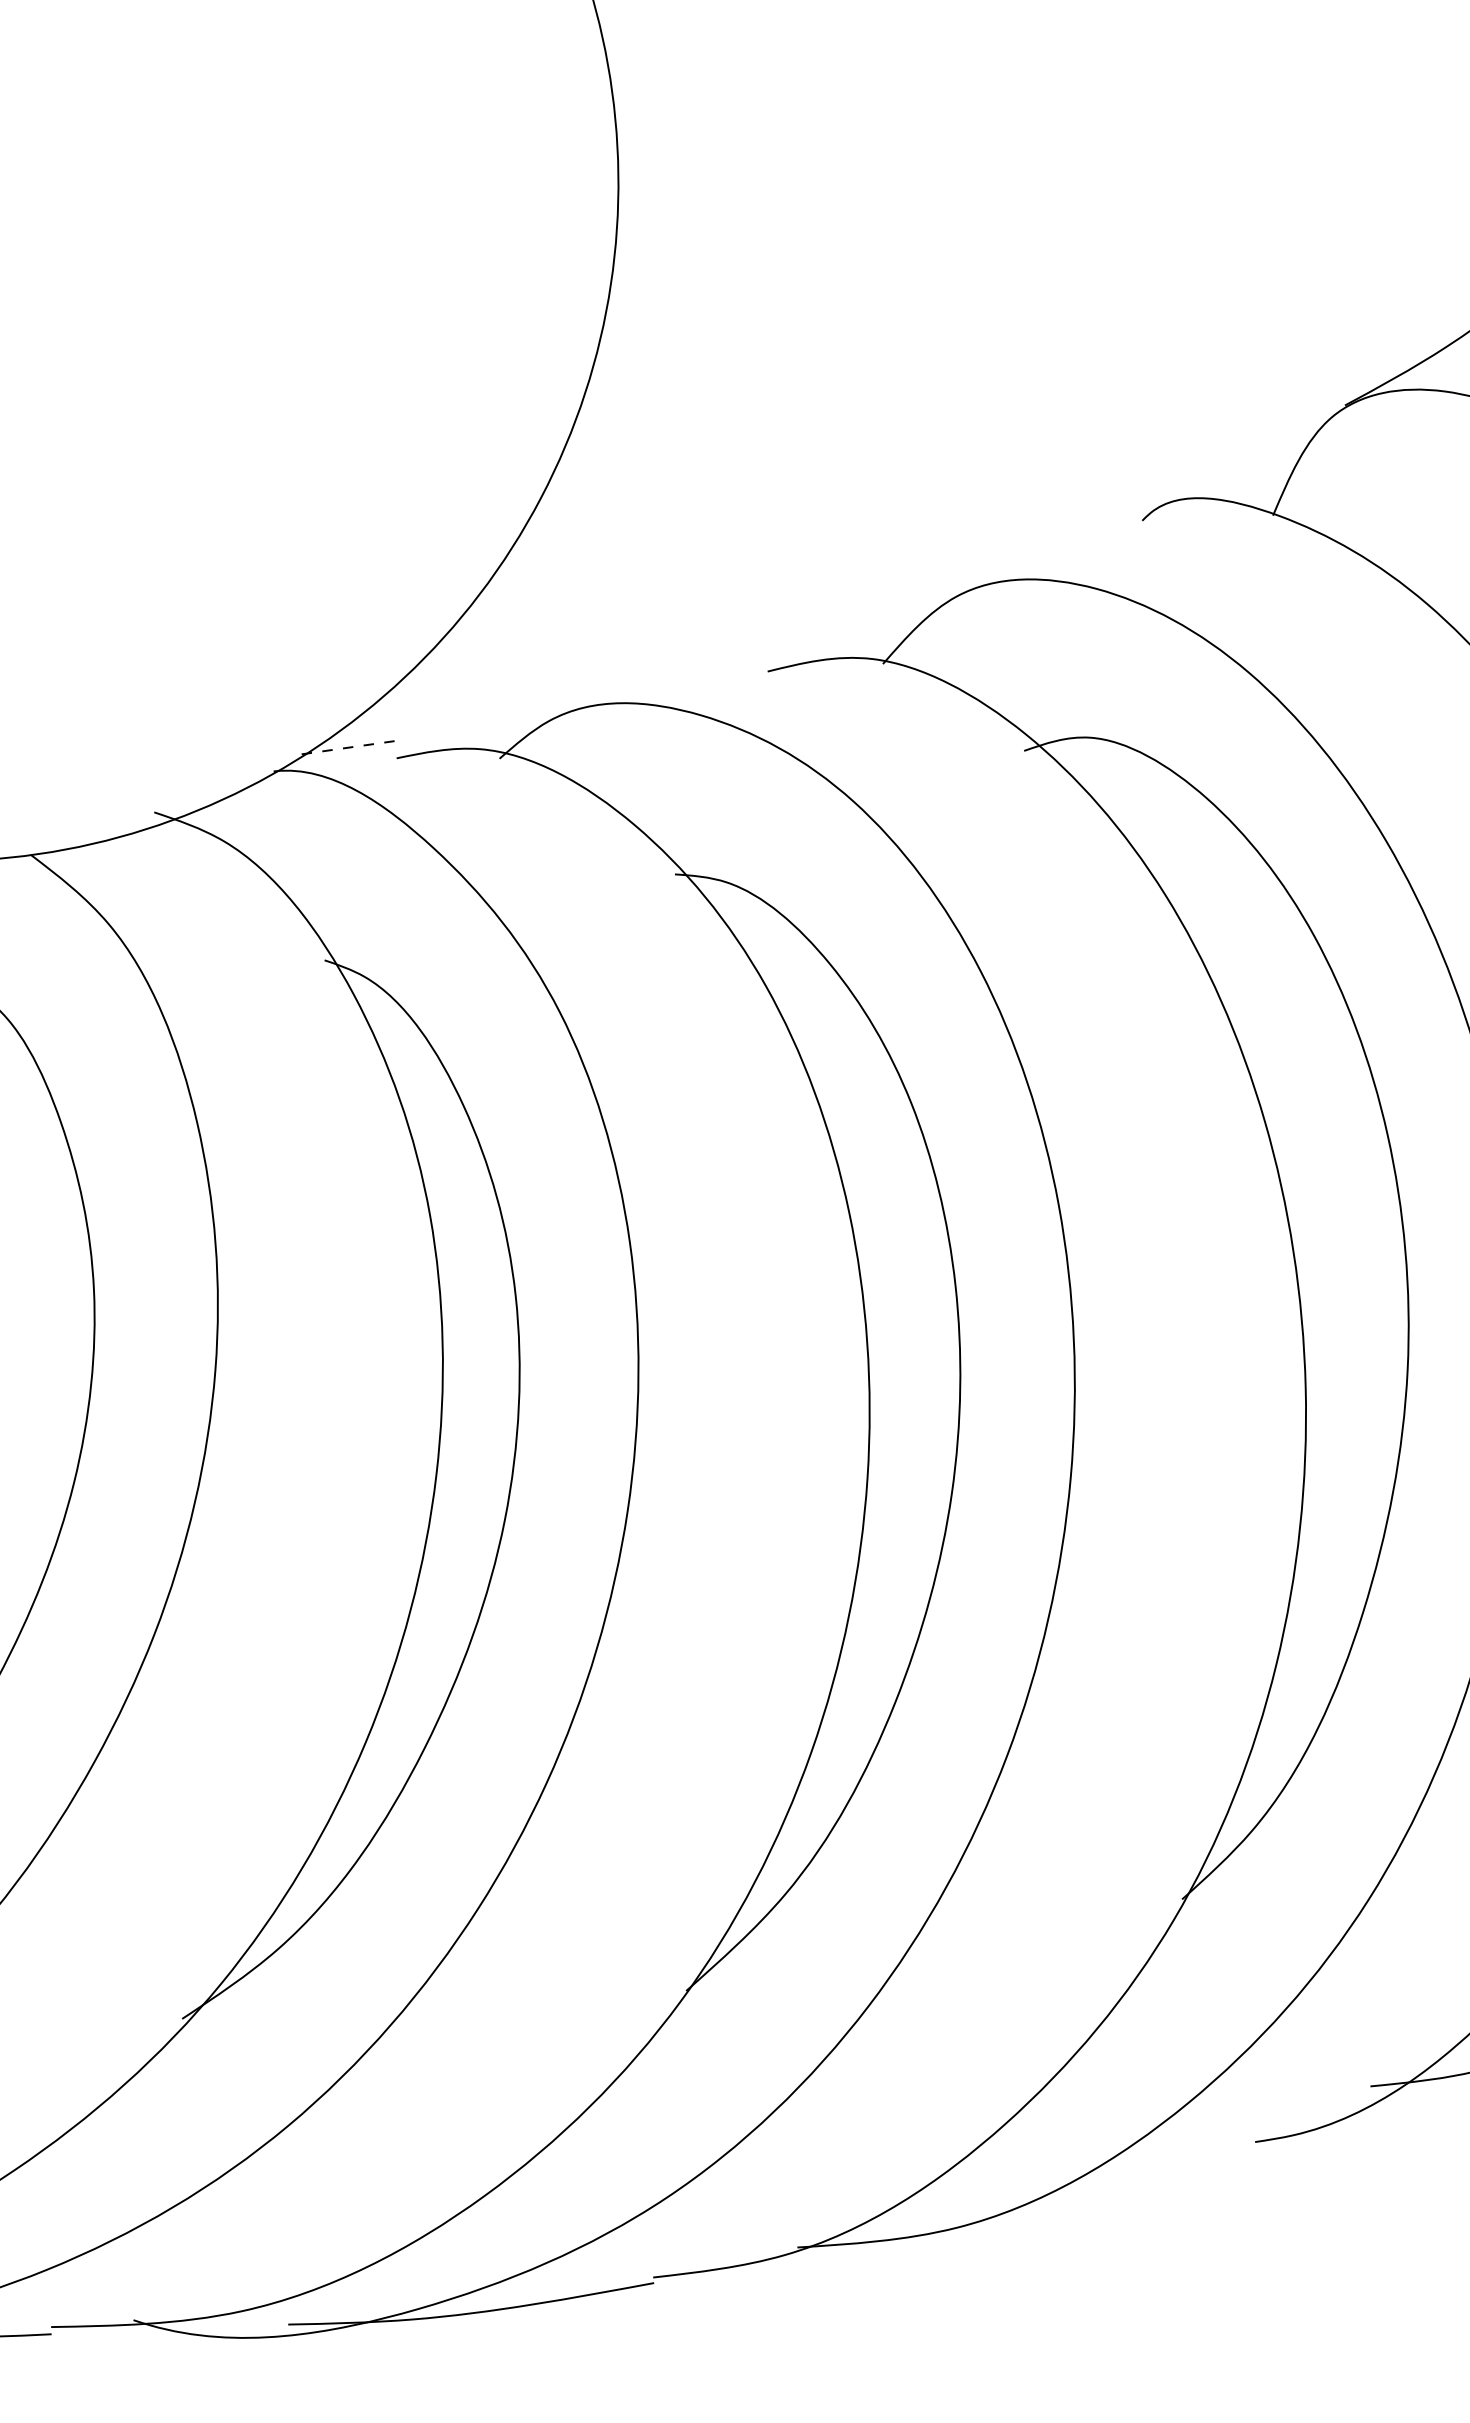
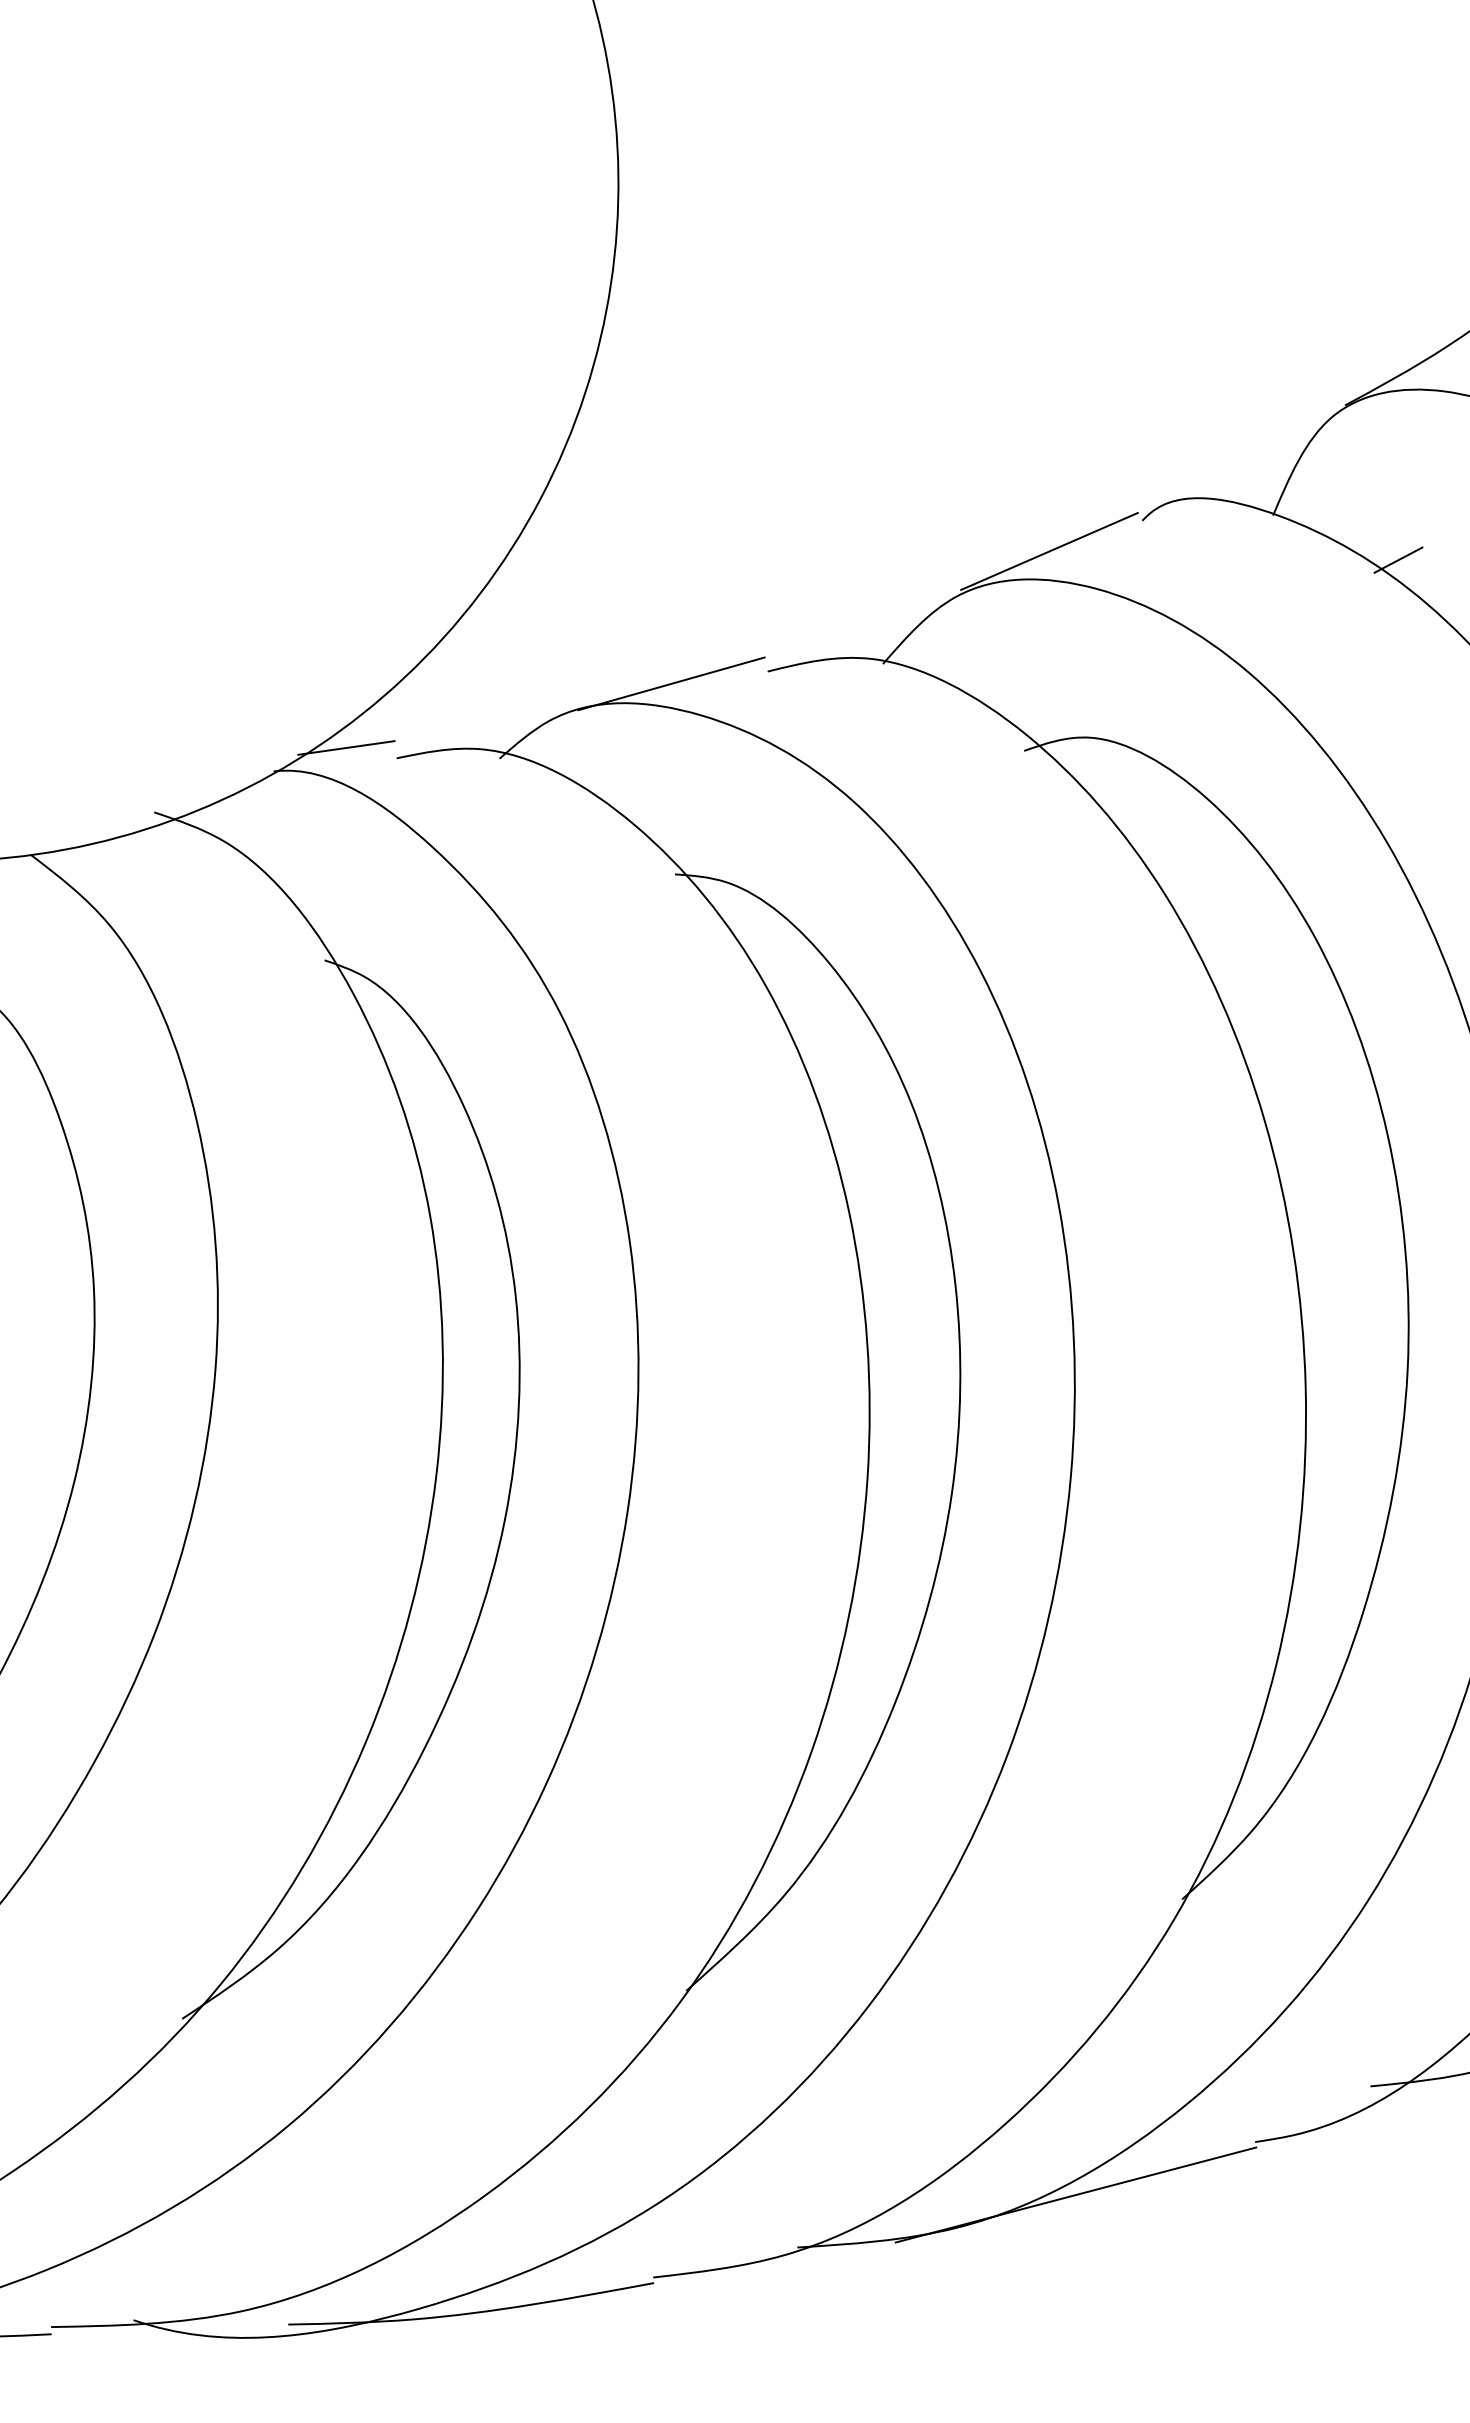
line at (1049, 551): none -> present
line at (1398, 559): none -> present
line at (671, 683): none -> present
line at (346, 747): dashed -> solid
line at (1075, 2194): none -> present
